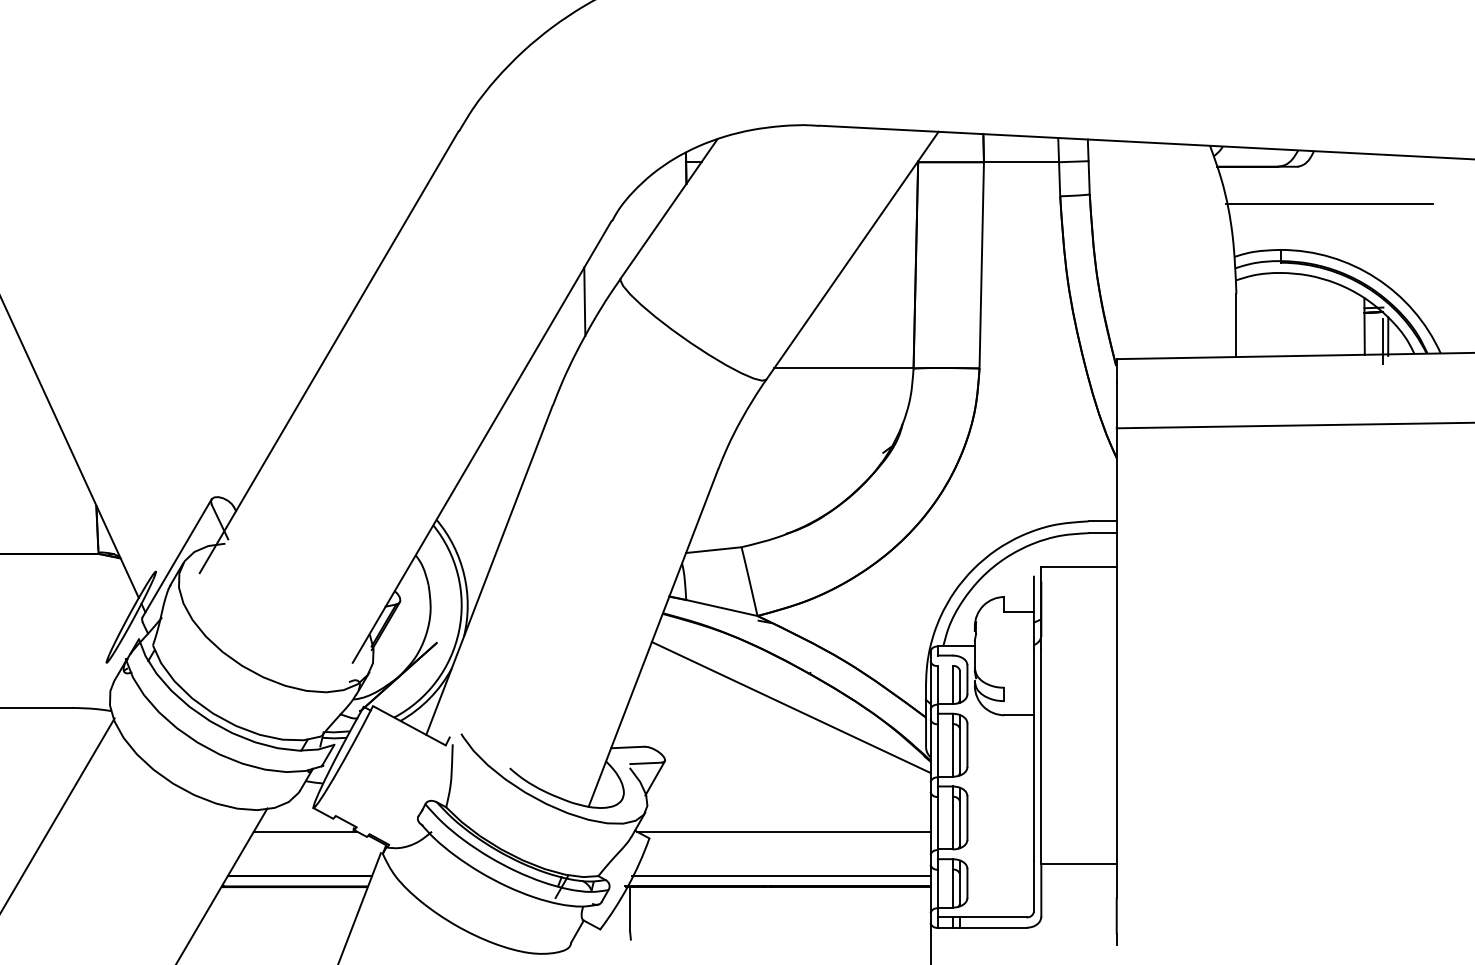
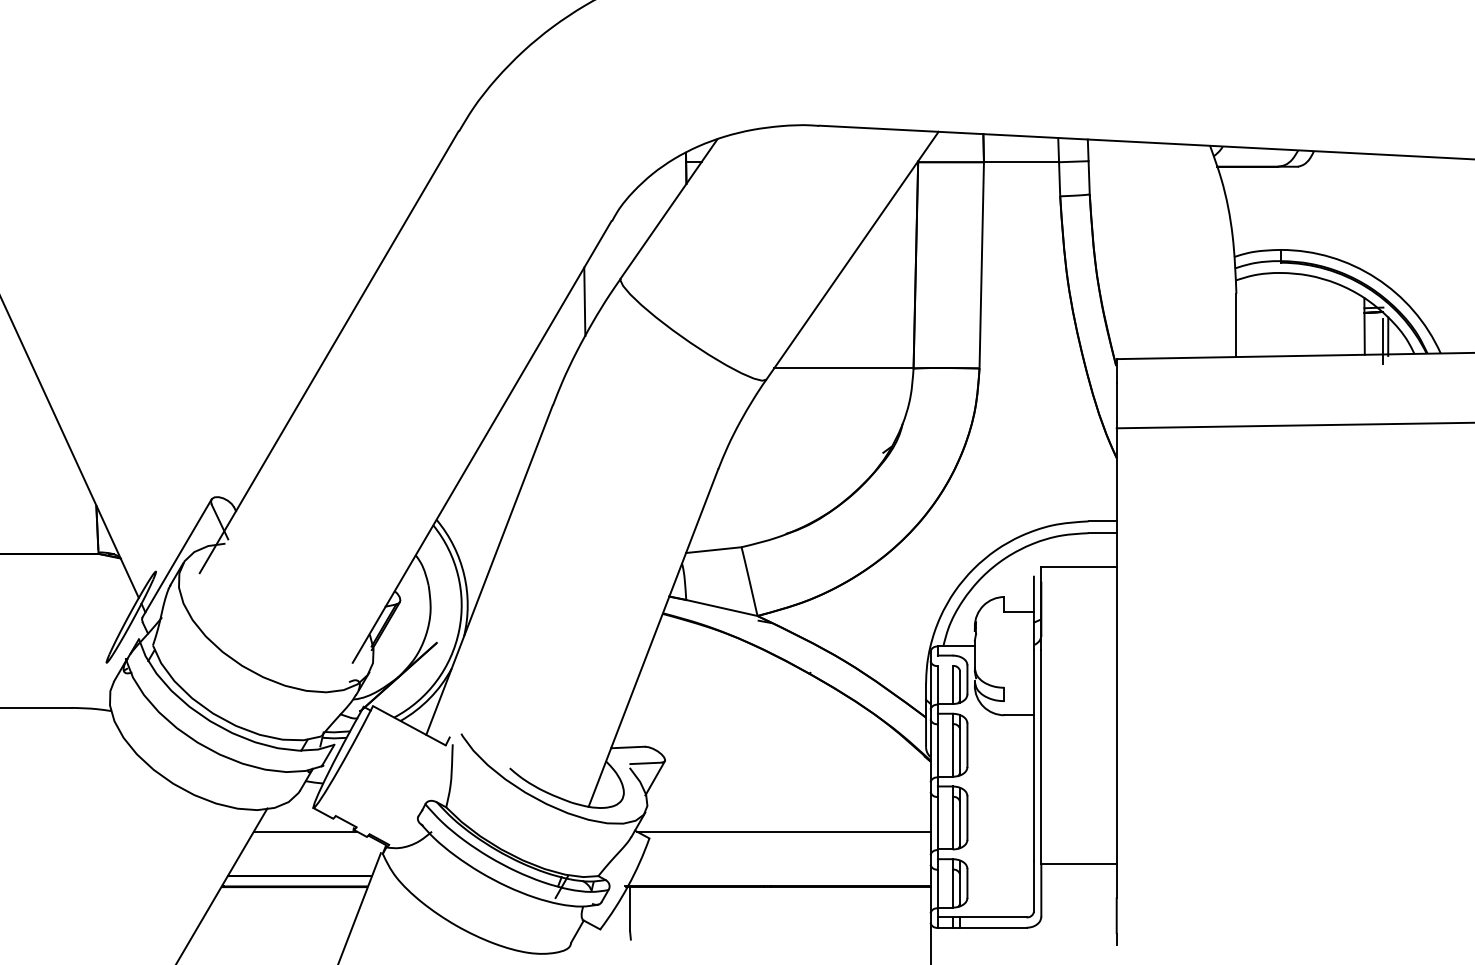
line at (1329, 203): present -> none
line at (790, 707): present -> none
line at (58, 814): present -> none
line at (781, 876): present -> none
